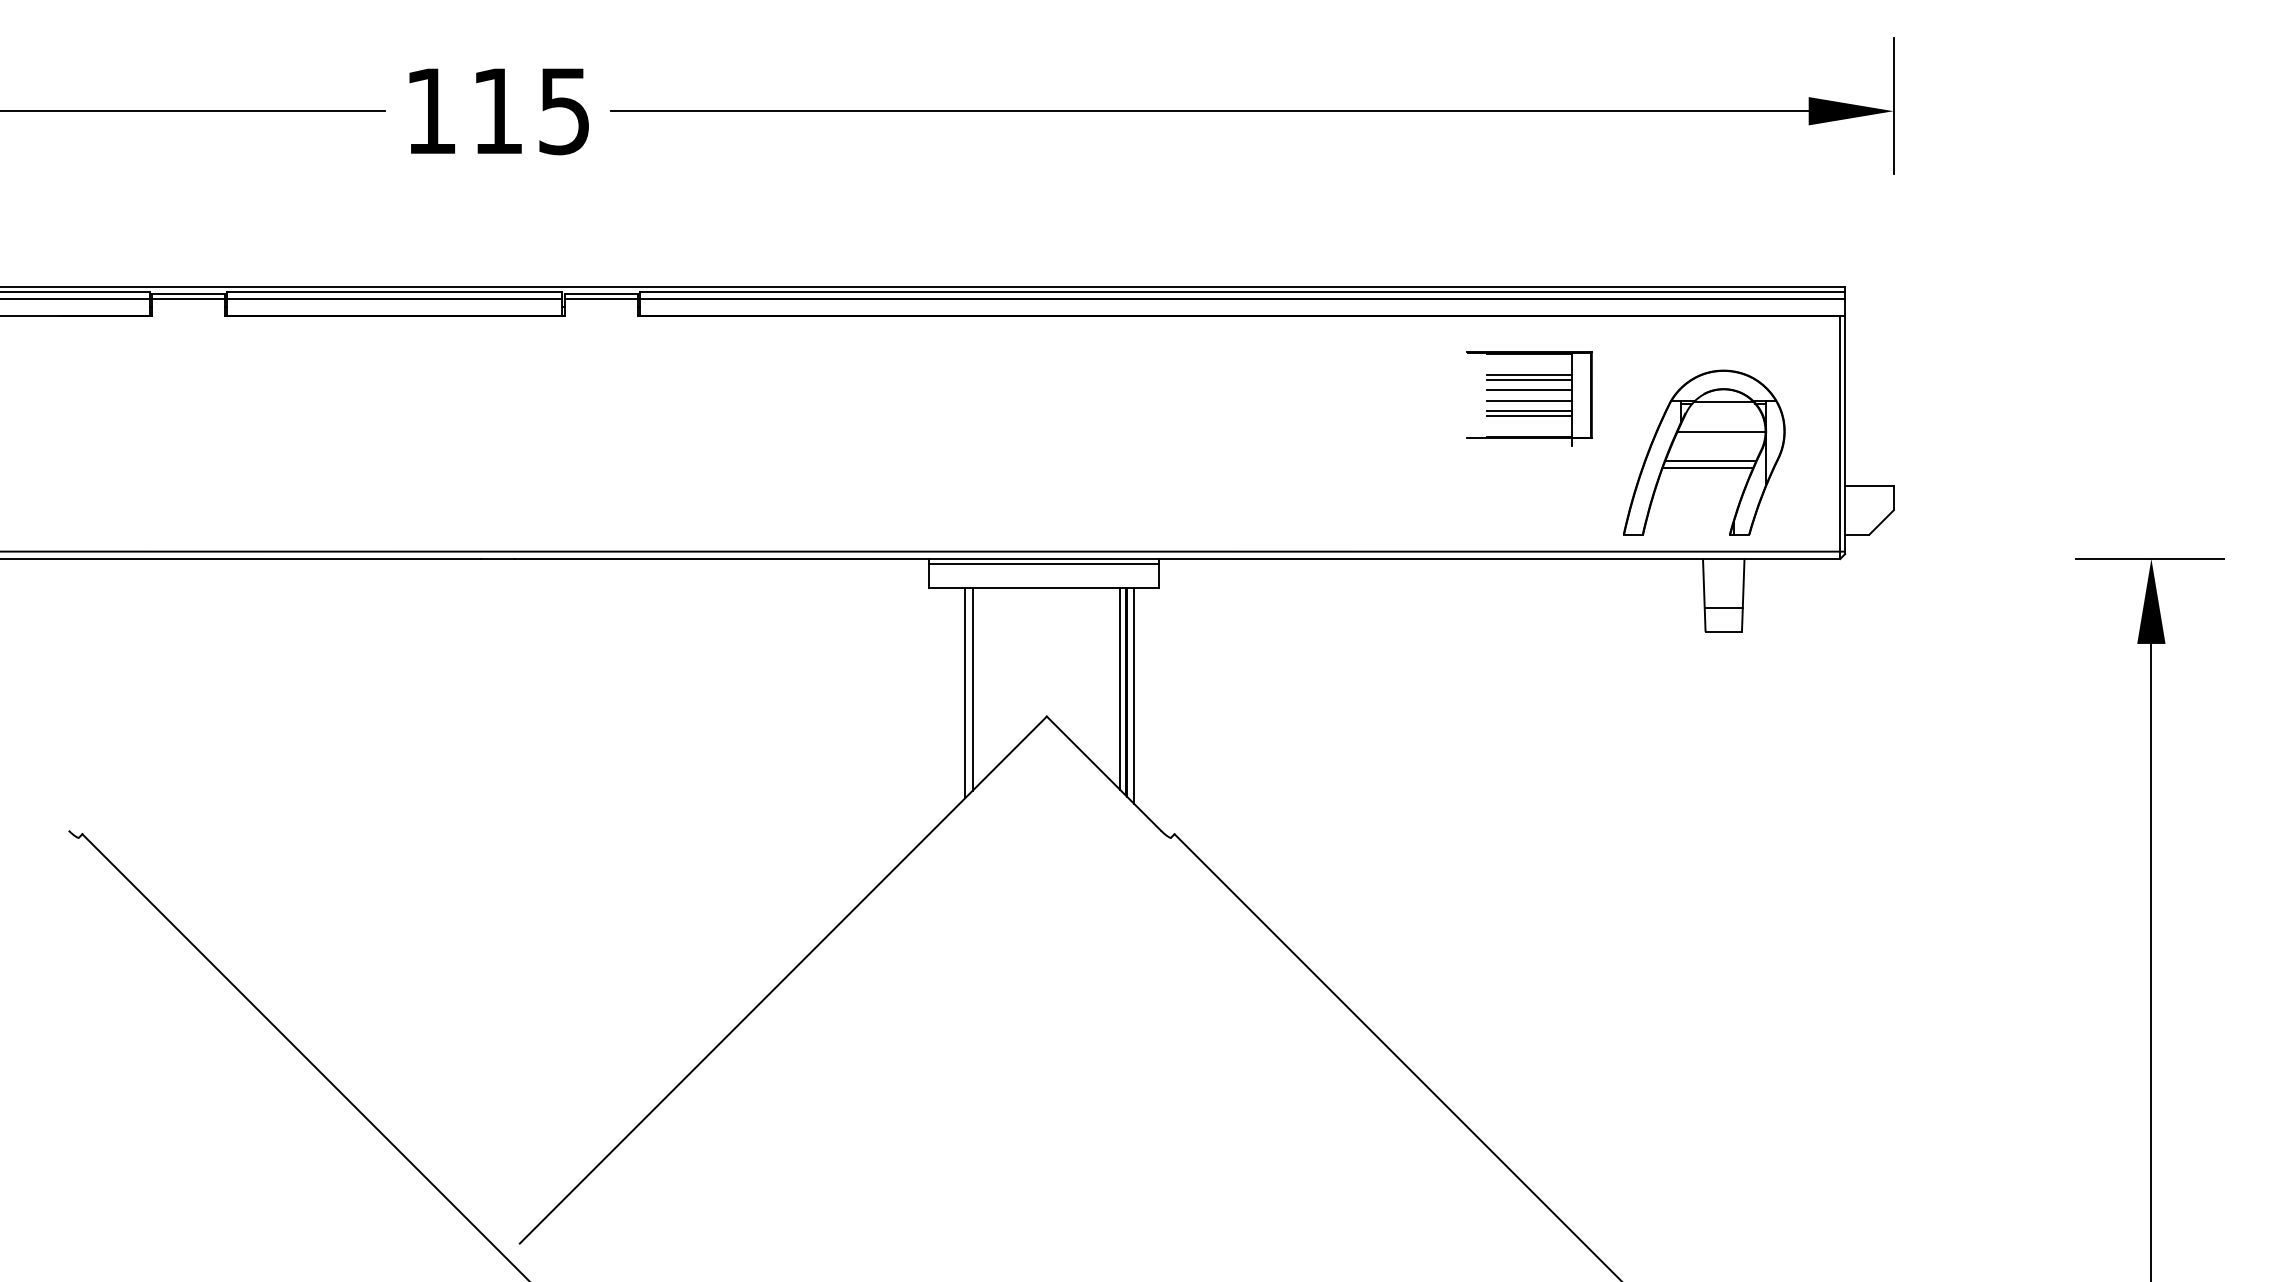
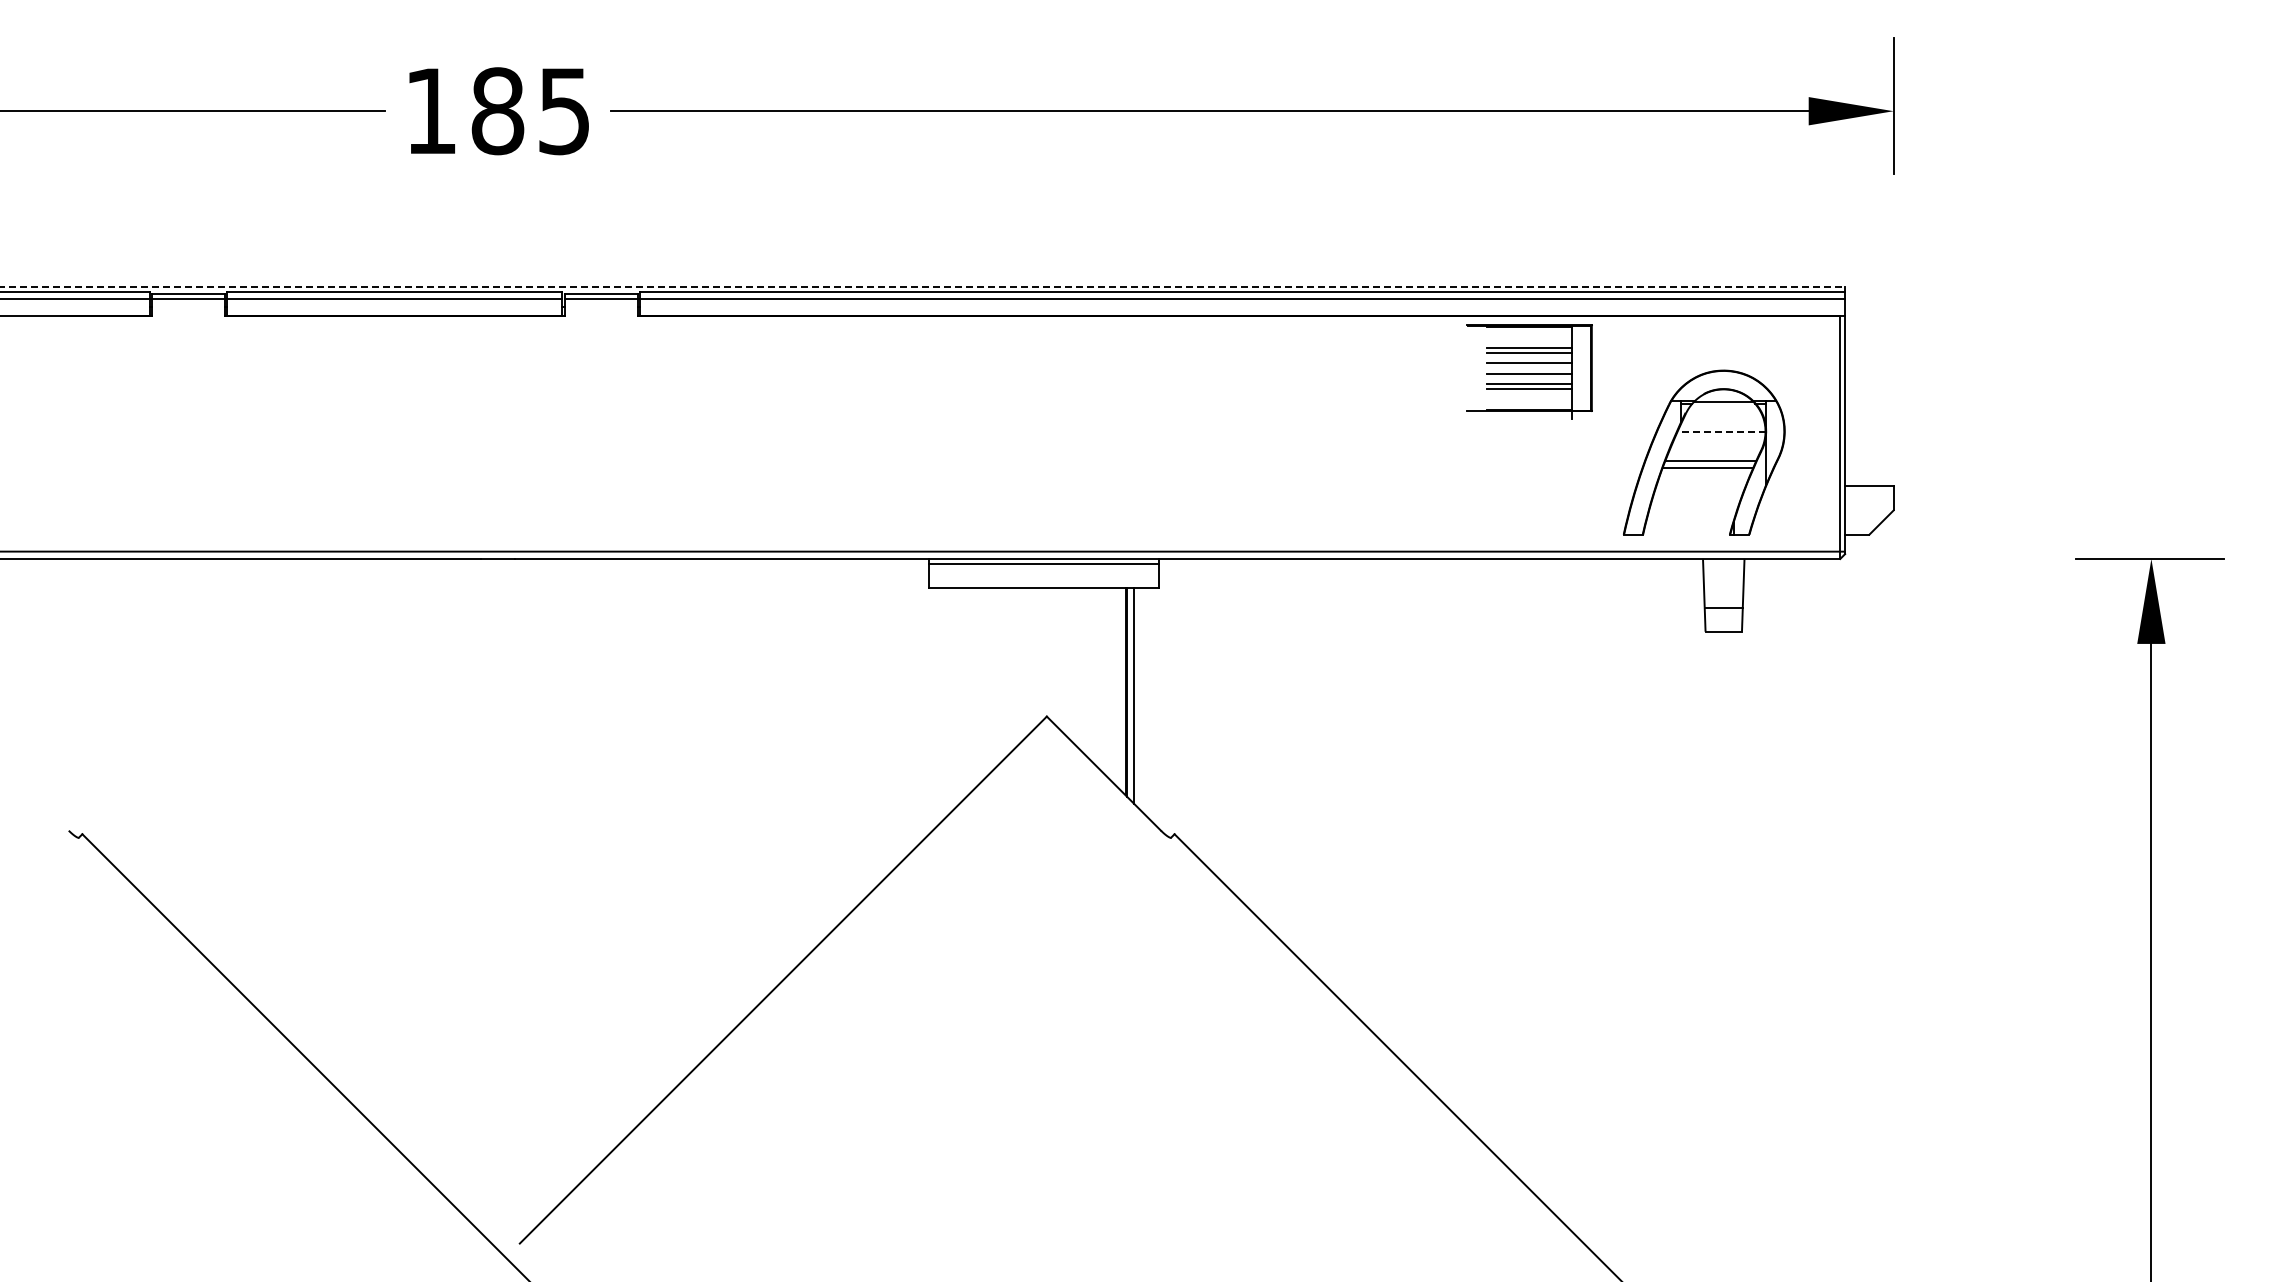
text at (497, 111): 115 -> 185
line at (923, 287): solid -> dashed
part at (1529, 398) position: (1529, 398) -> (1529, 371)
line at (1721, 431): solid -> dashed
line at (1119, 688): present -> none
line at (972, 689): present -> none
line at (965, 693): present -> none
